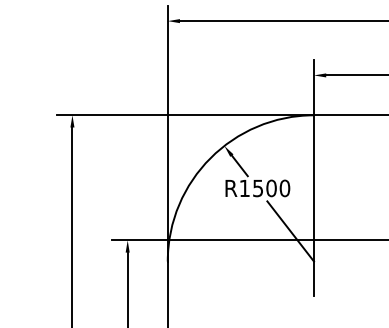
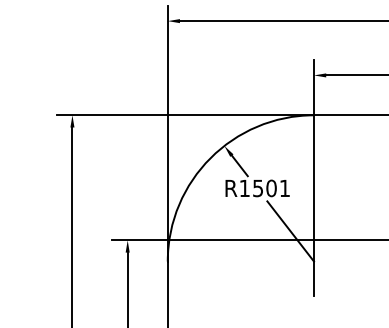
text at (284, 188): R1500 -> R1501
